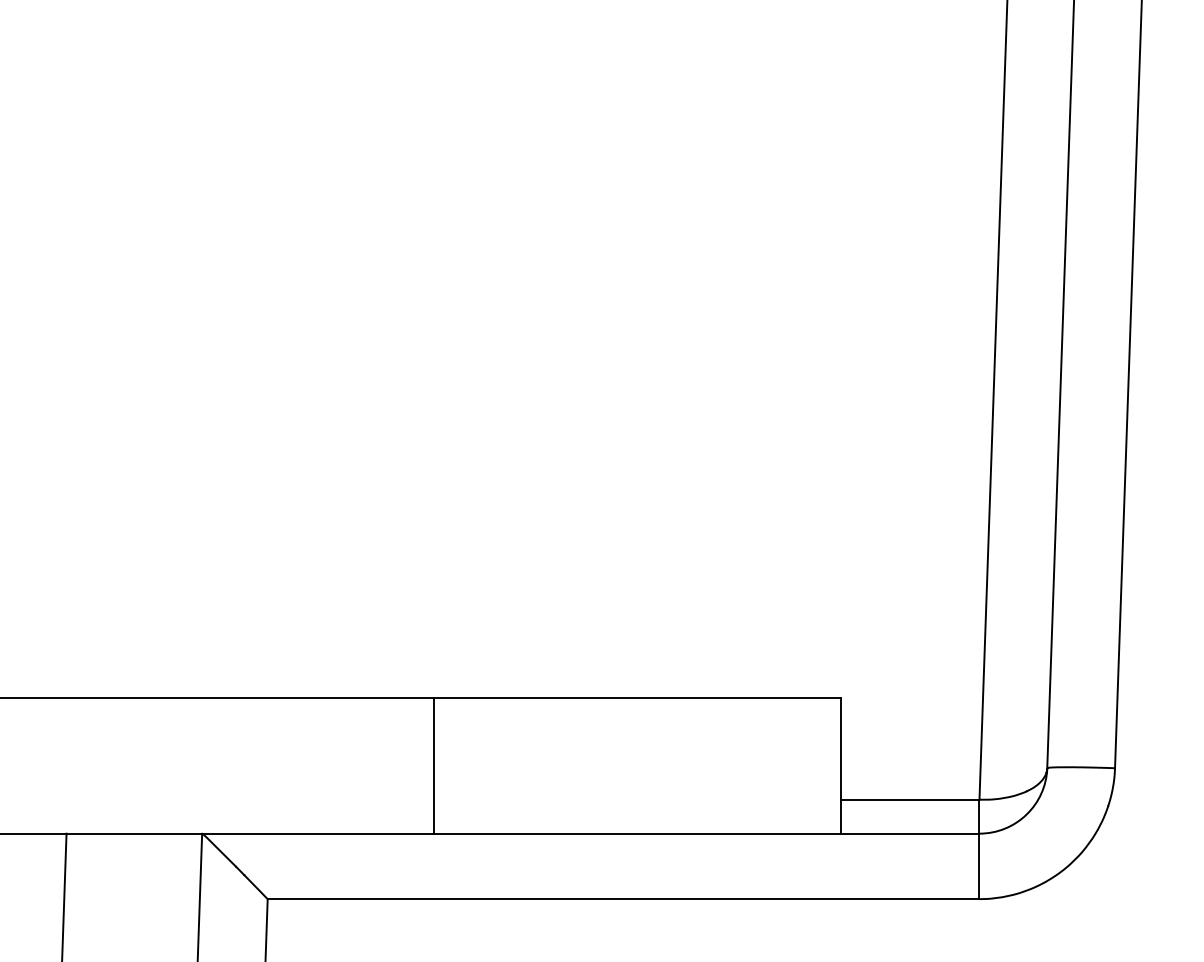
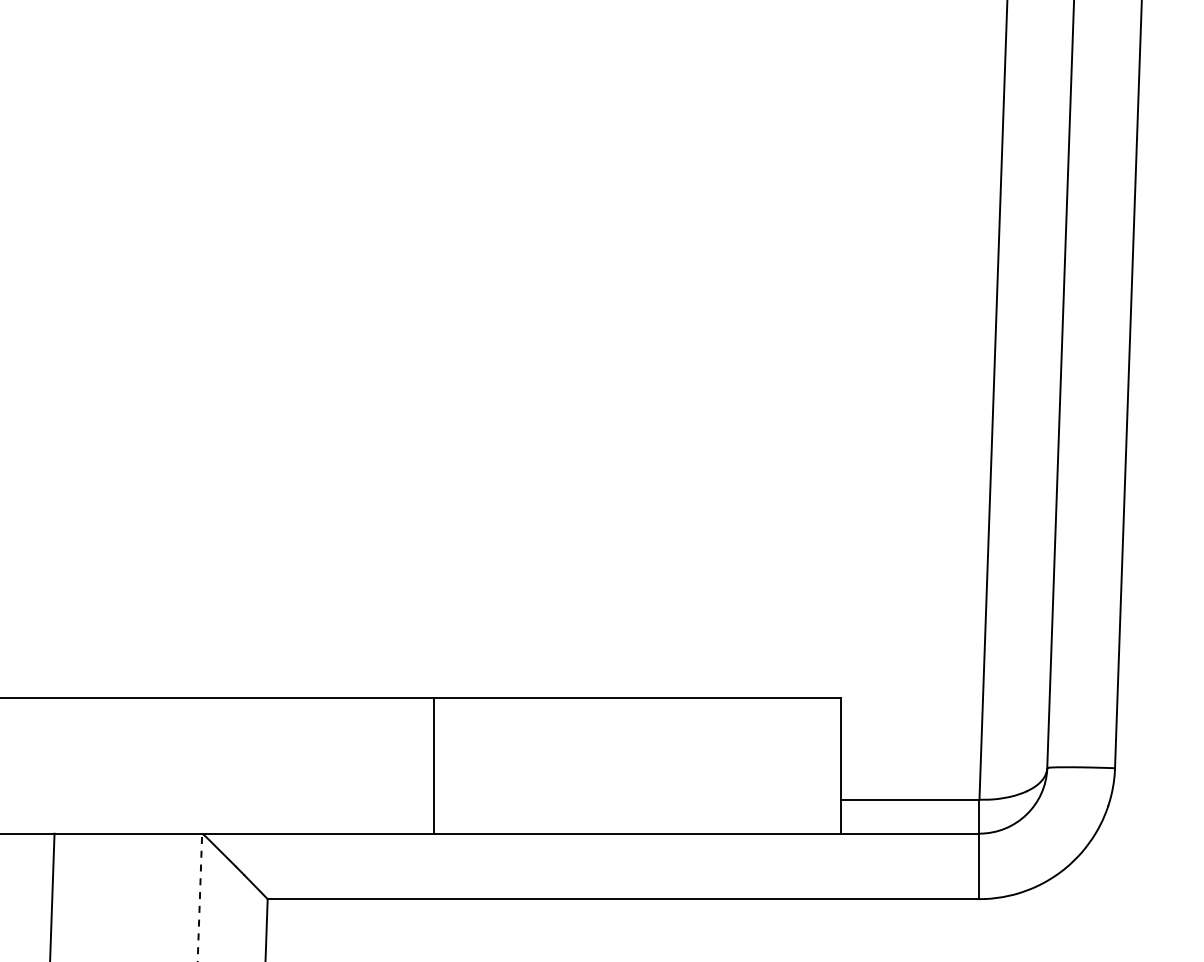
line at (64, 895) position: (64, 895) -> (52, 895)
line at (199, 897): solid -> dashed
